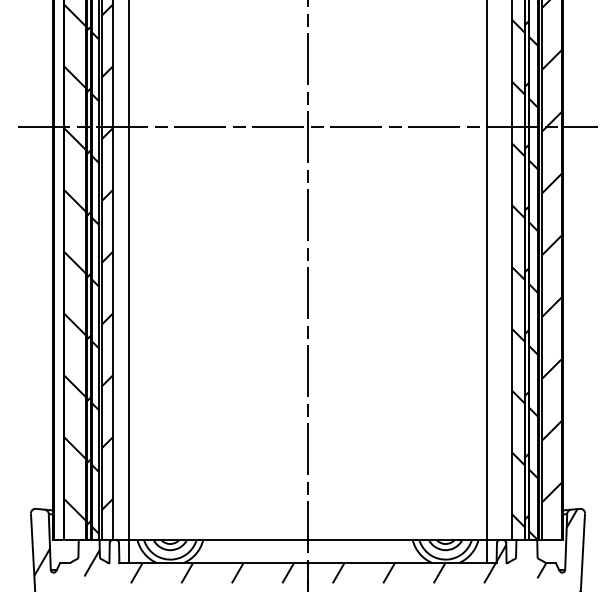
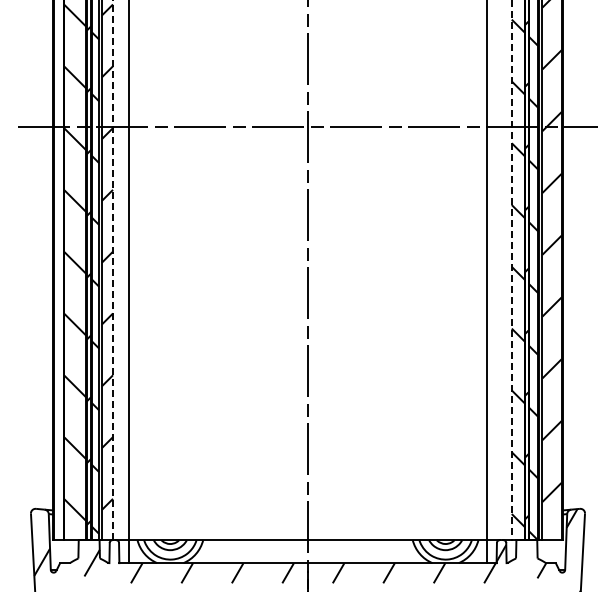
line at (113, 270): solid -> dashed
line at (511, 270): solid -> dashed
